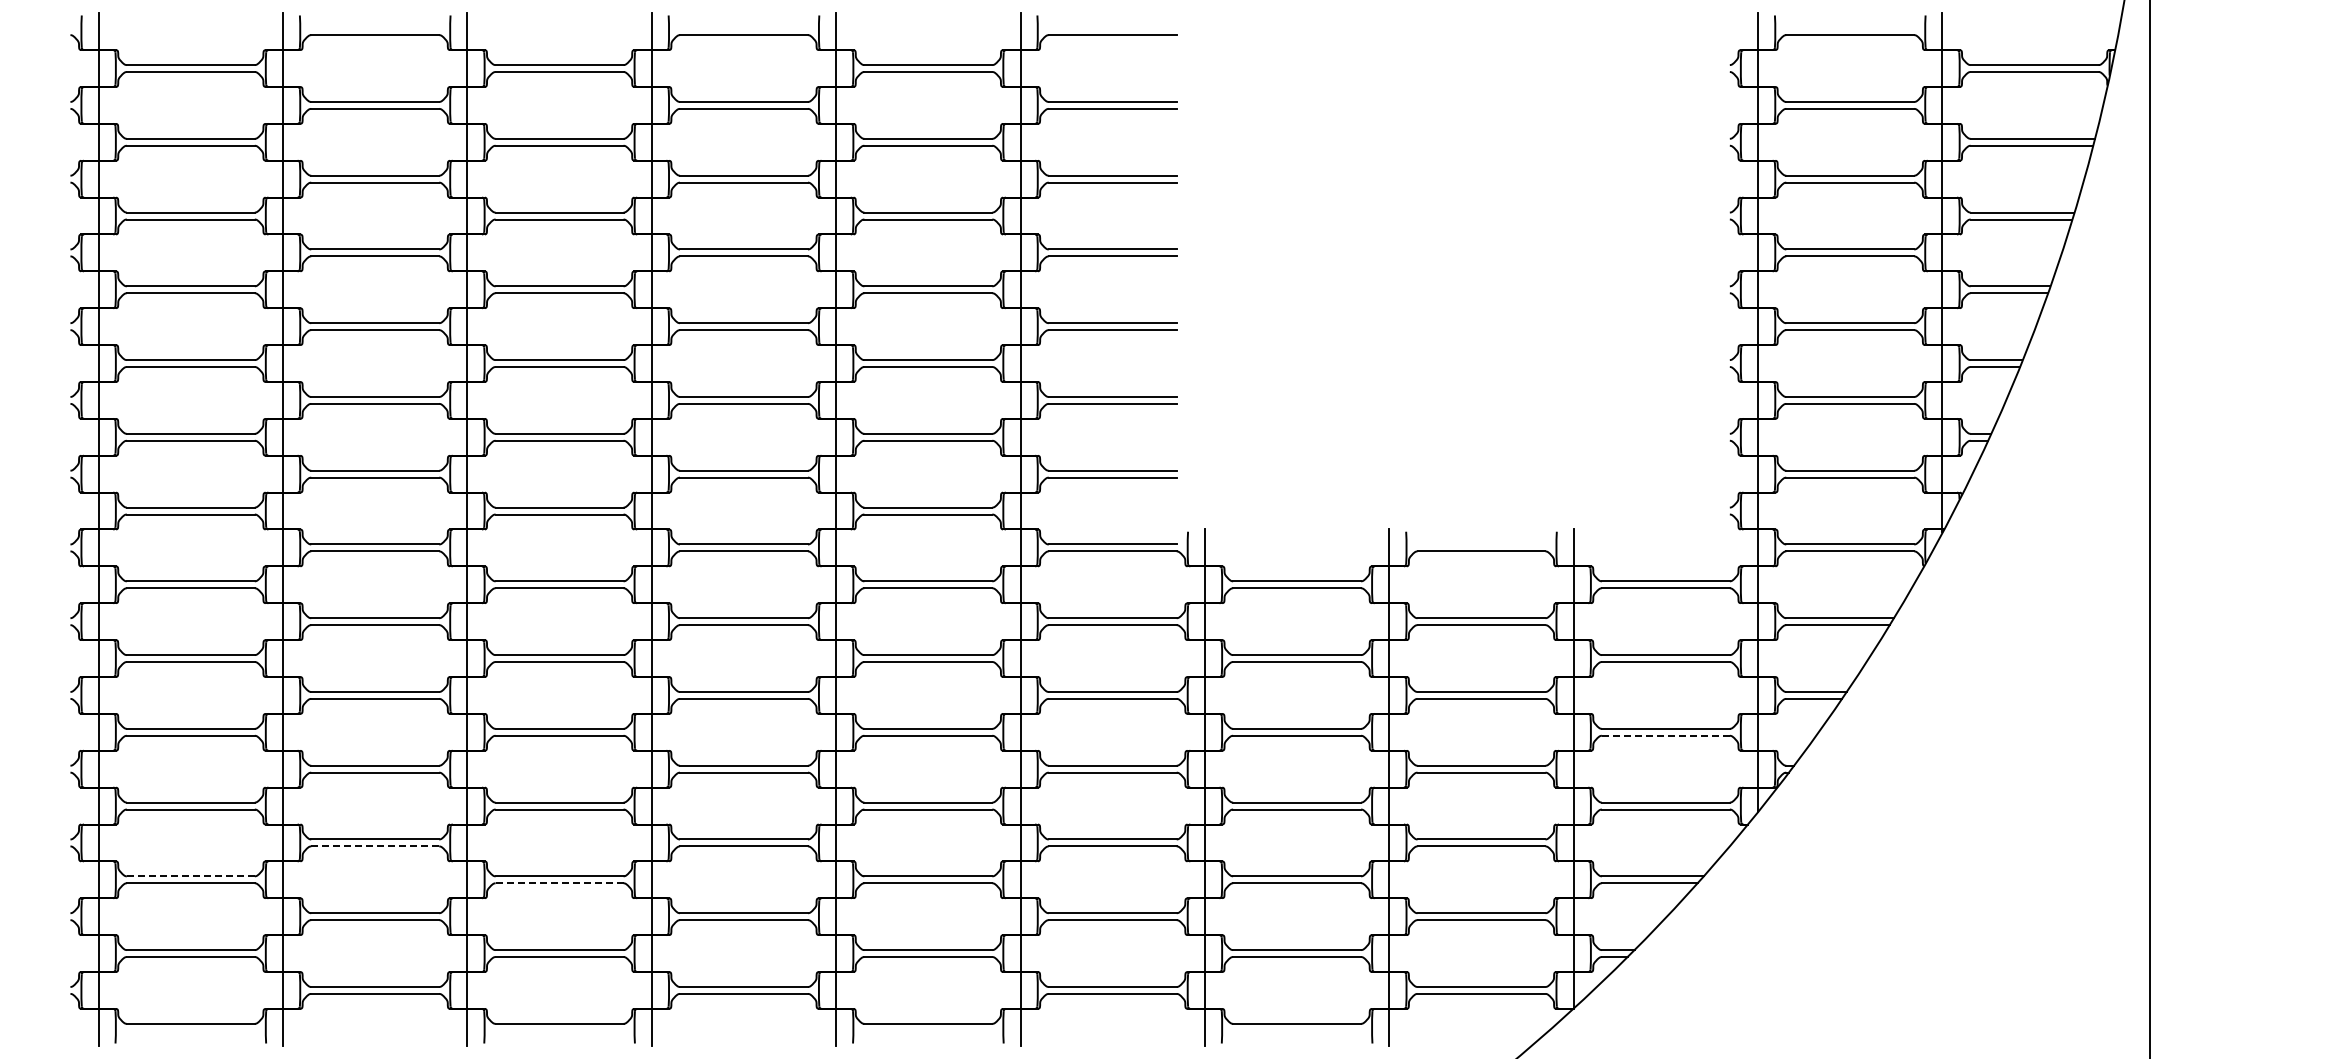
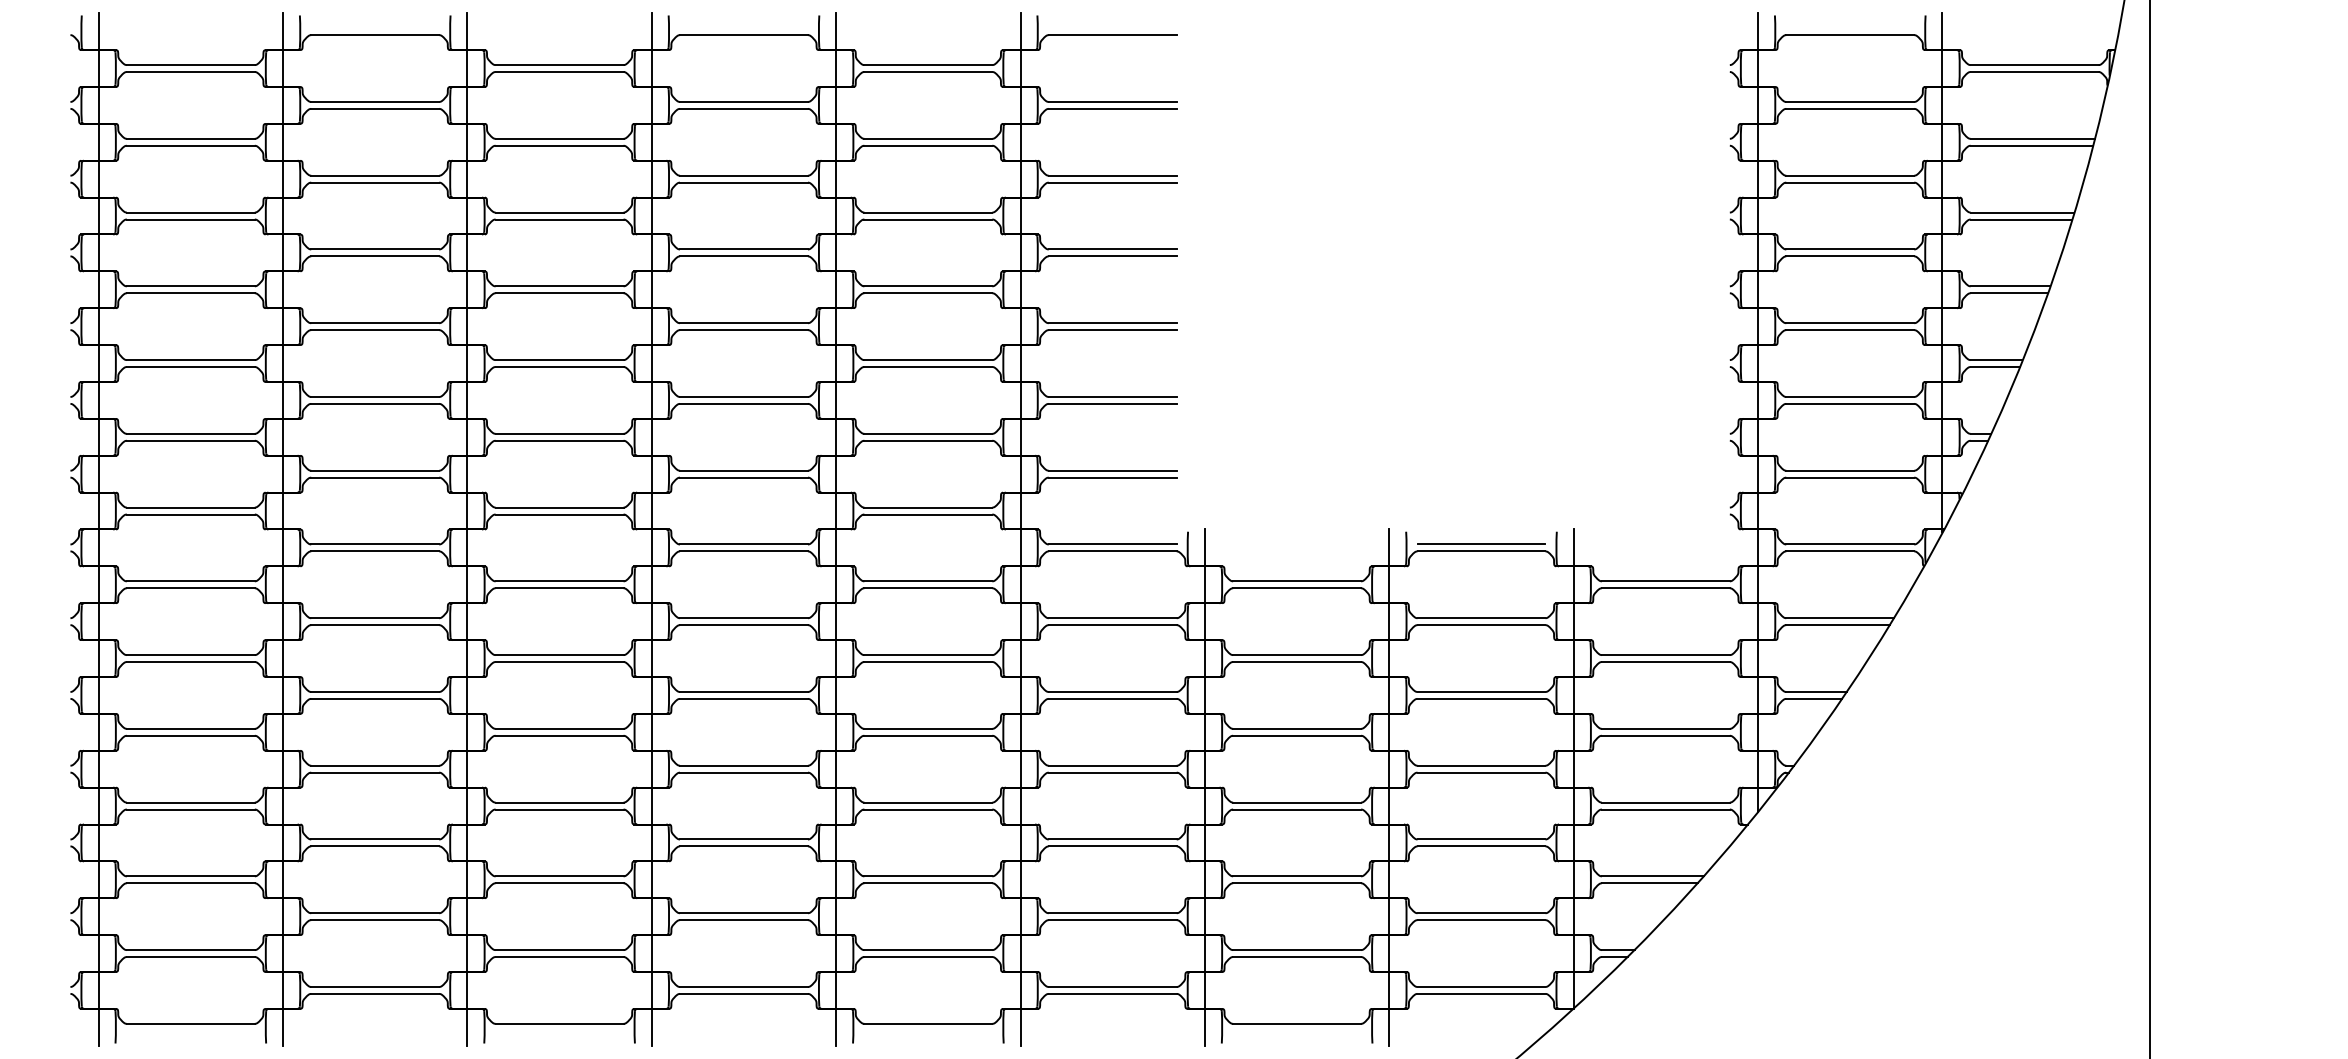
line at (1481, 544): none -> present
line at (1665, 735): dashed -> solid
line at (375, 846): dashed -> solid
line at (190, 876): dashed -> solid
line at (559, 883): dashed -> solid
